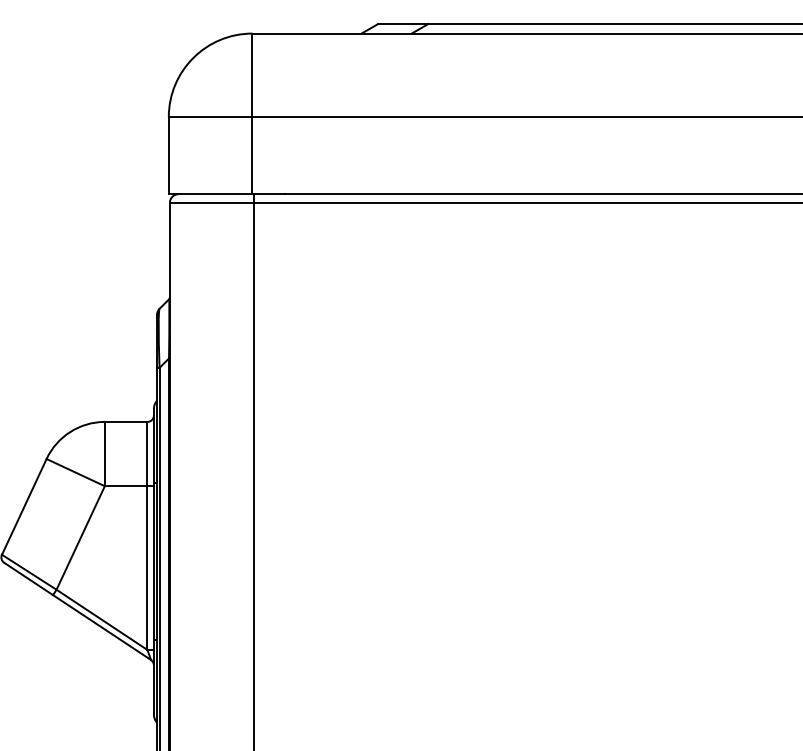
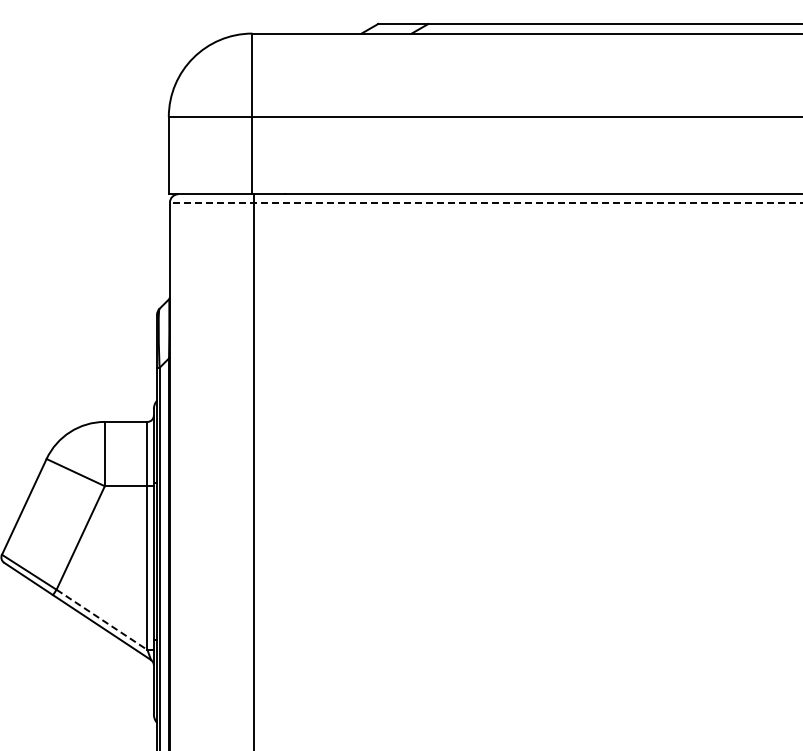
line at (485, 202): solid -> dashed
line at (102, 619): solid -> dashed
